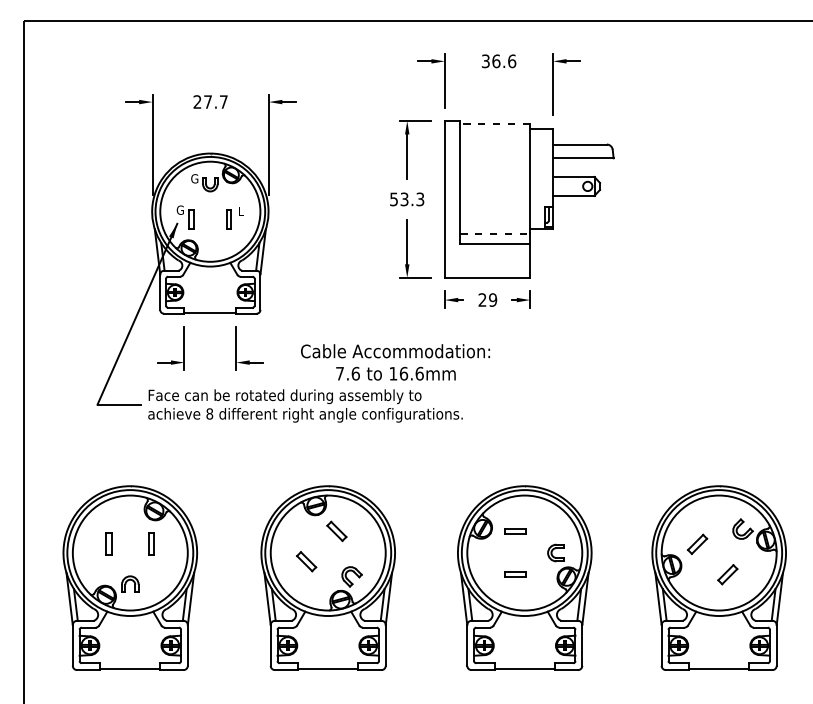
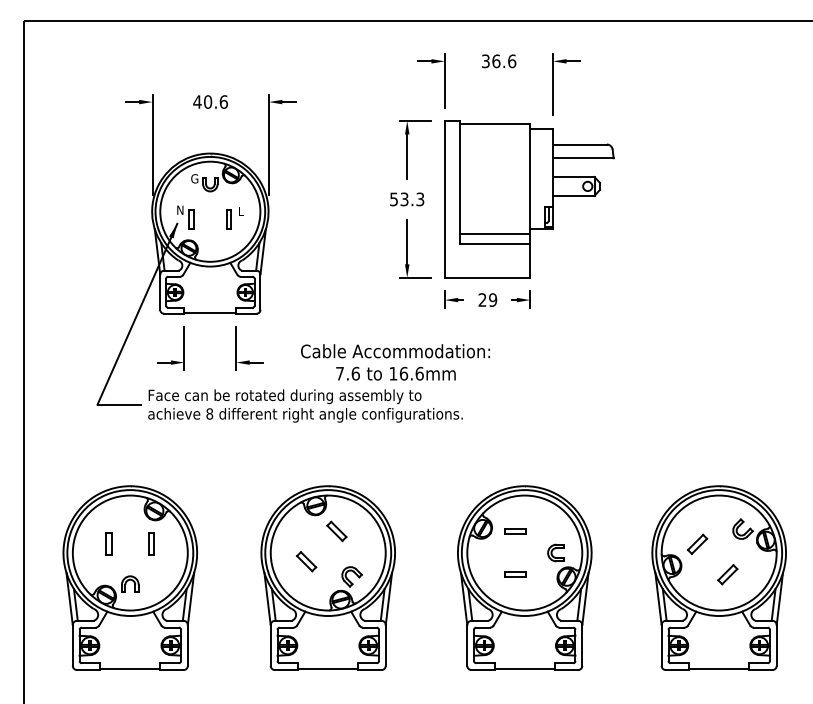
text at (210, 101): 27.7 -> 40.6
line at (495, 124): dashed -> solid
text at (179, 209): G -> N
line at (495, 233): dashed -> solid
